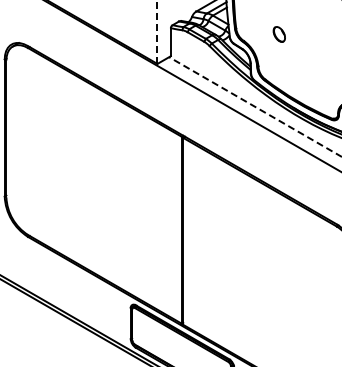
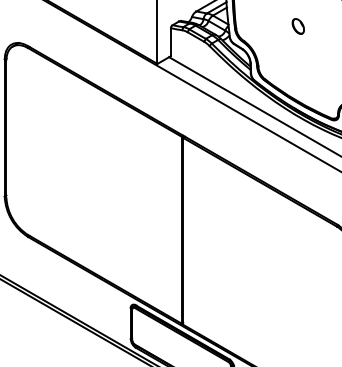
line at (157, 32): dashed -> solid
part at (278, 34) position: (278, 34) -> (297, 26)
line at (254, 106): dashed -> solid
